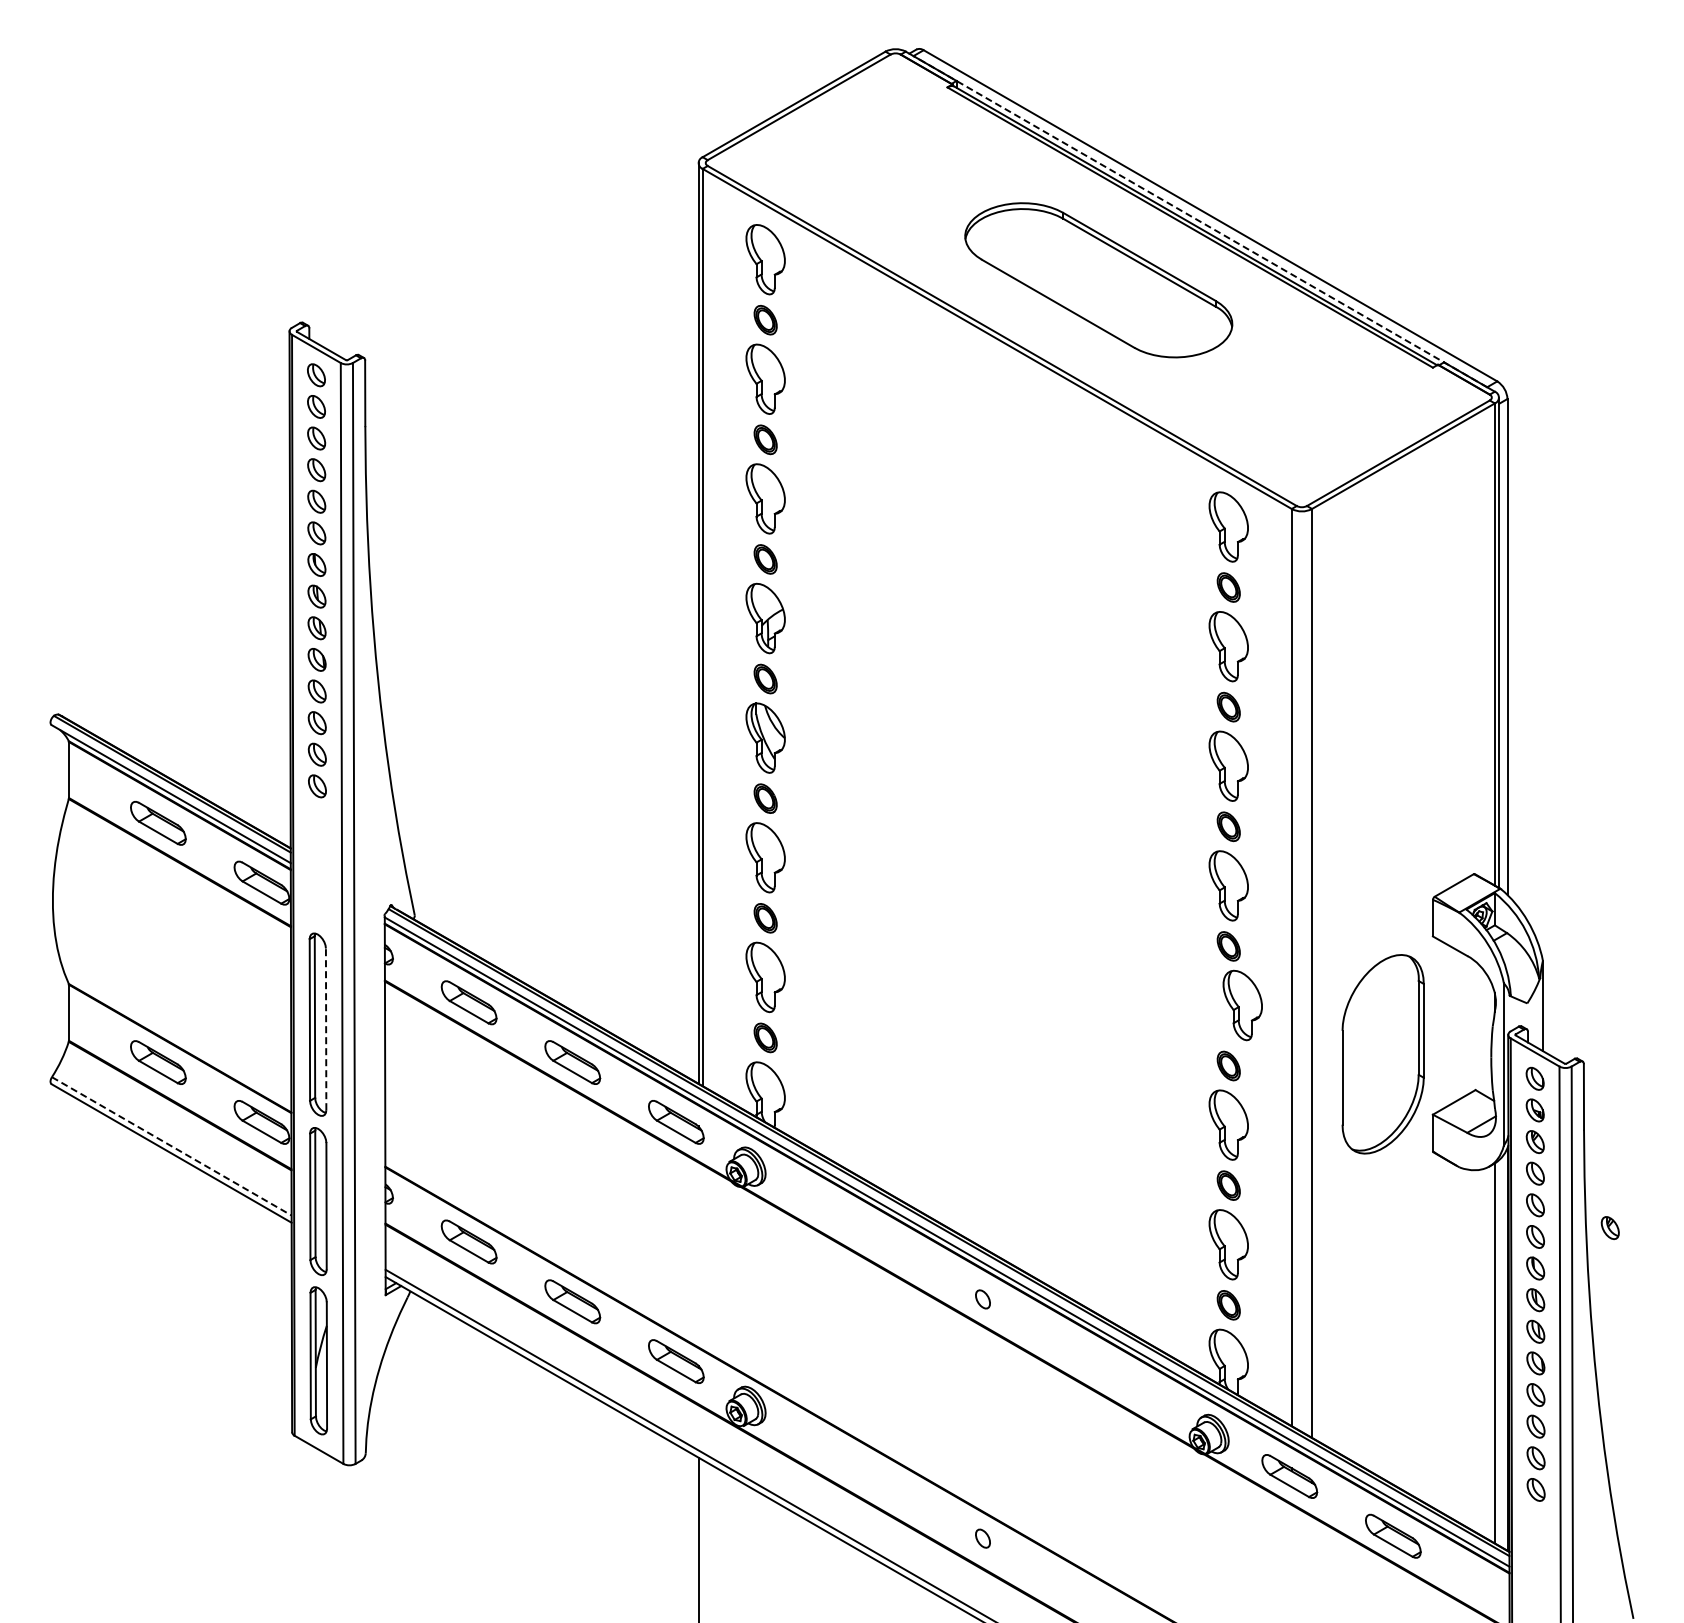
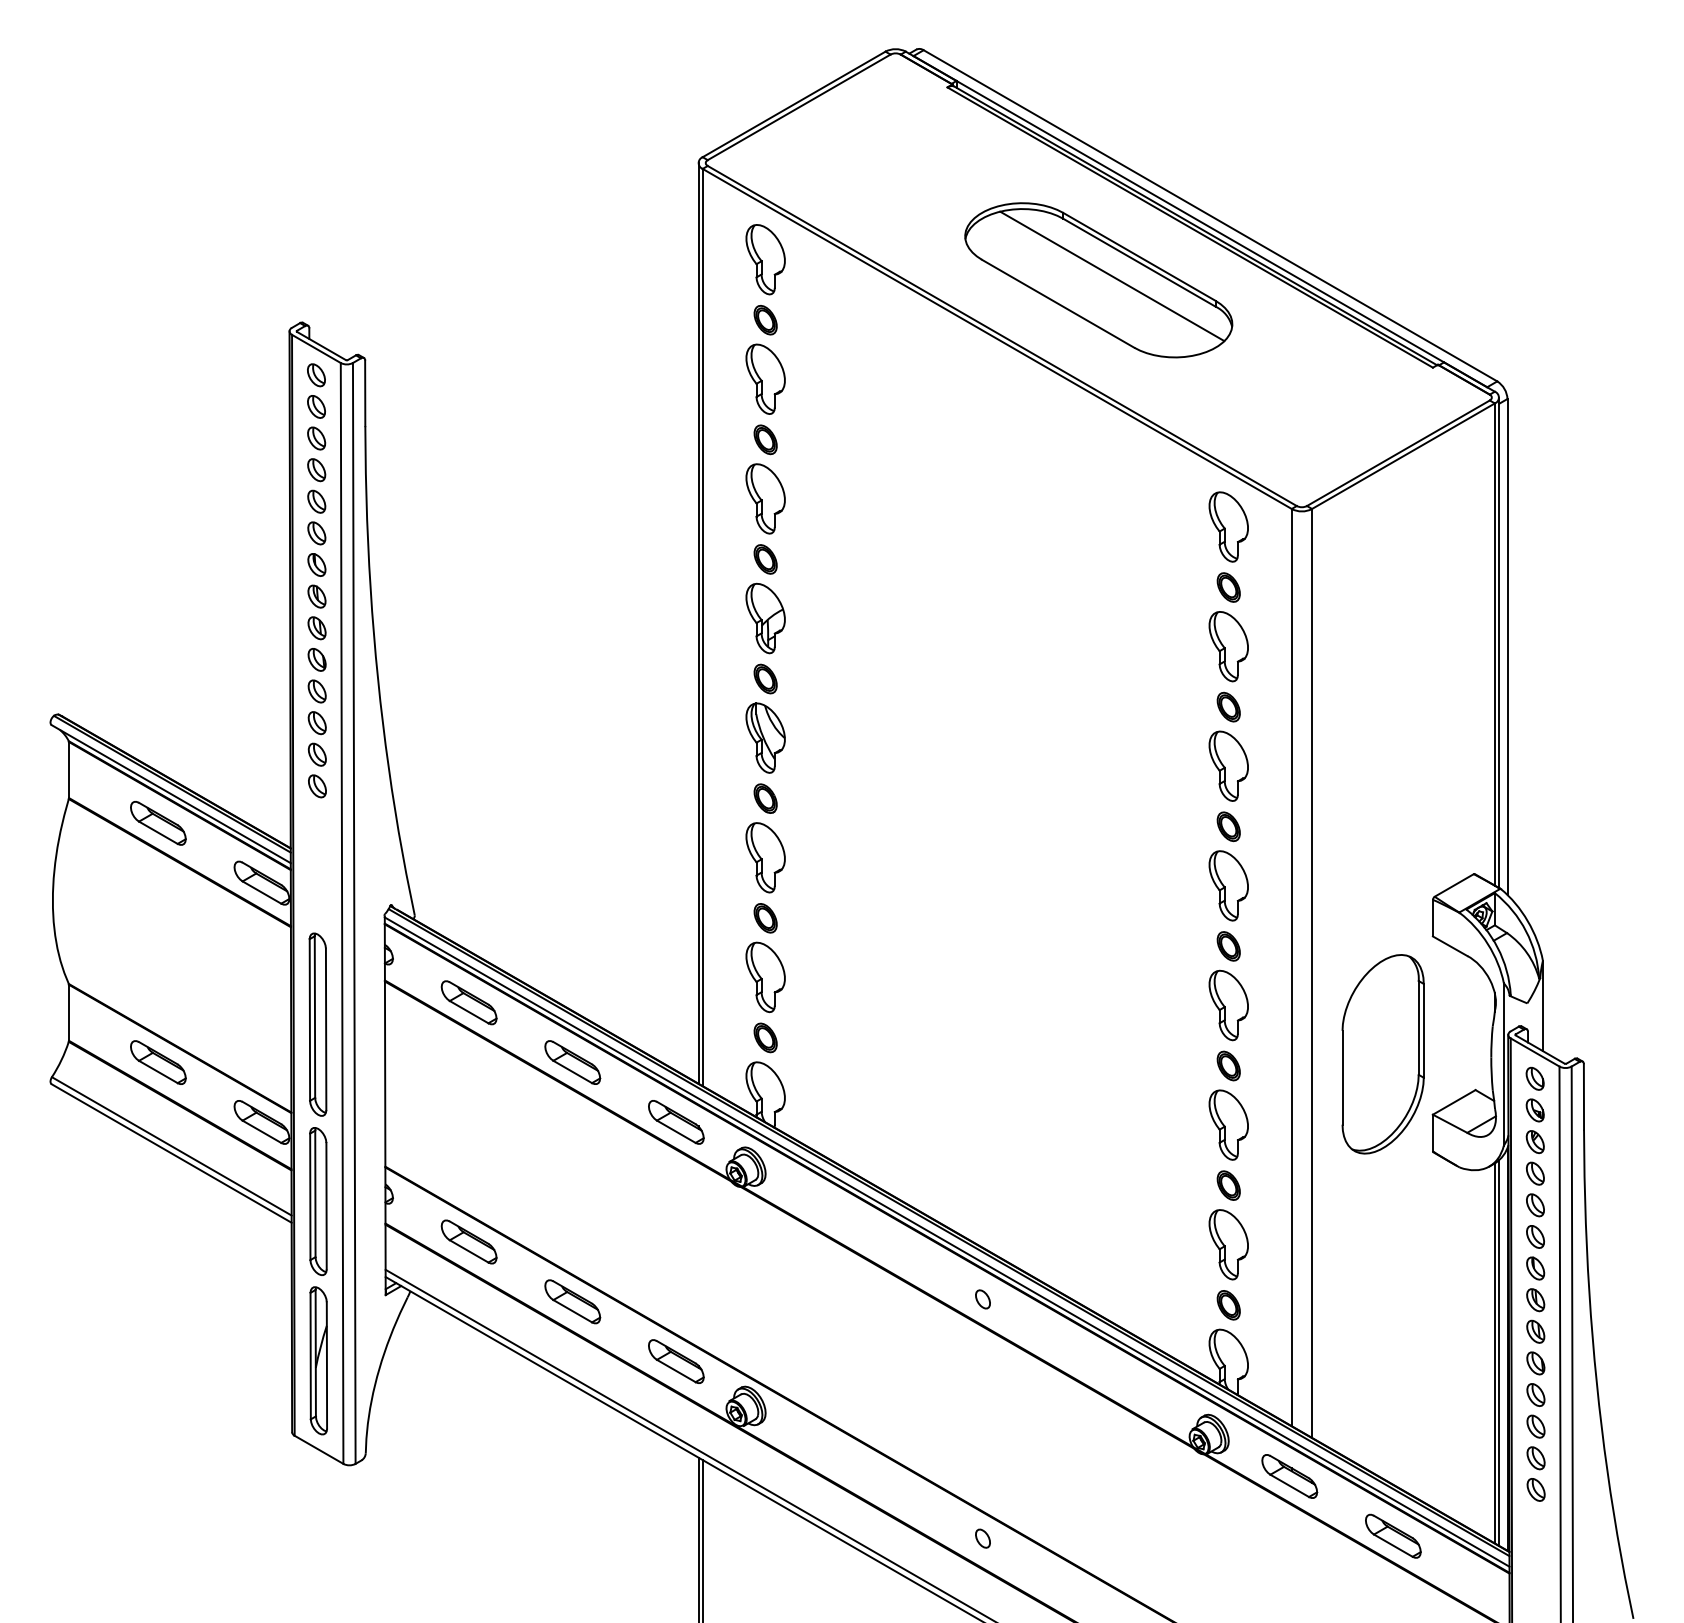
line at (1199, 221): dashed -> solid
line at (1112, 276): none -> present
part at (1242, 1005) position: (1242, 1005) -> (1228, 1005)
line at (326, 1029): dashed -> solid
line at (172, 1146): dashed -> solid
part at (1609, 1227): present -> none
line at (1499, 1352): none -> present
line at (702, 1539): none -> present
